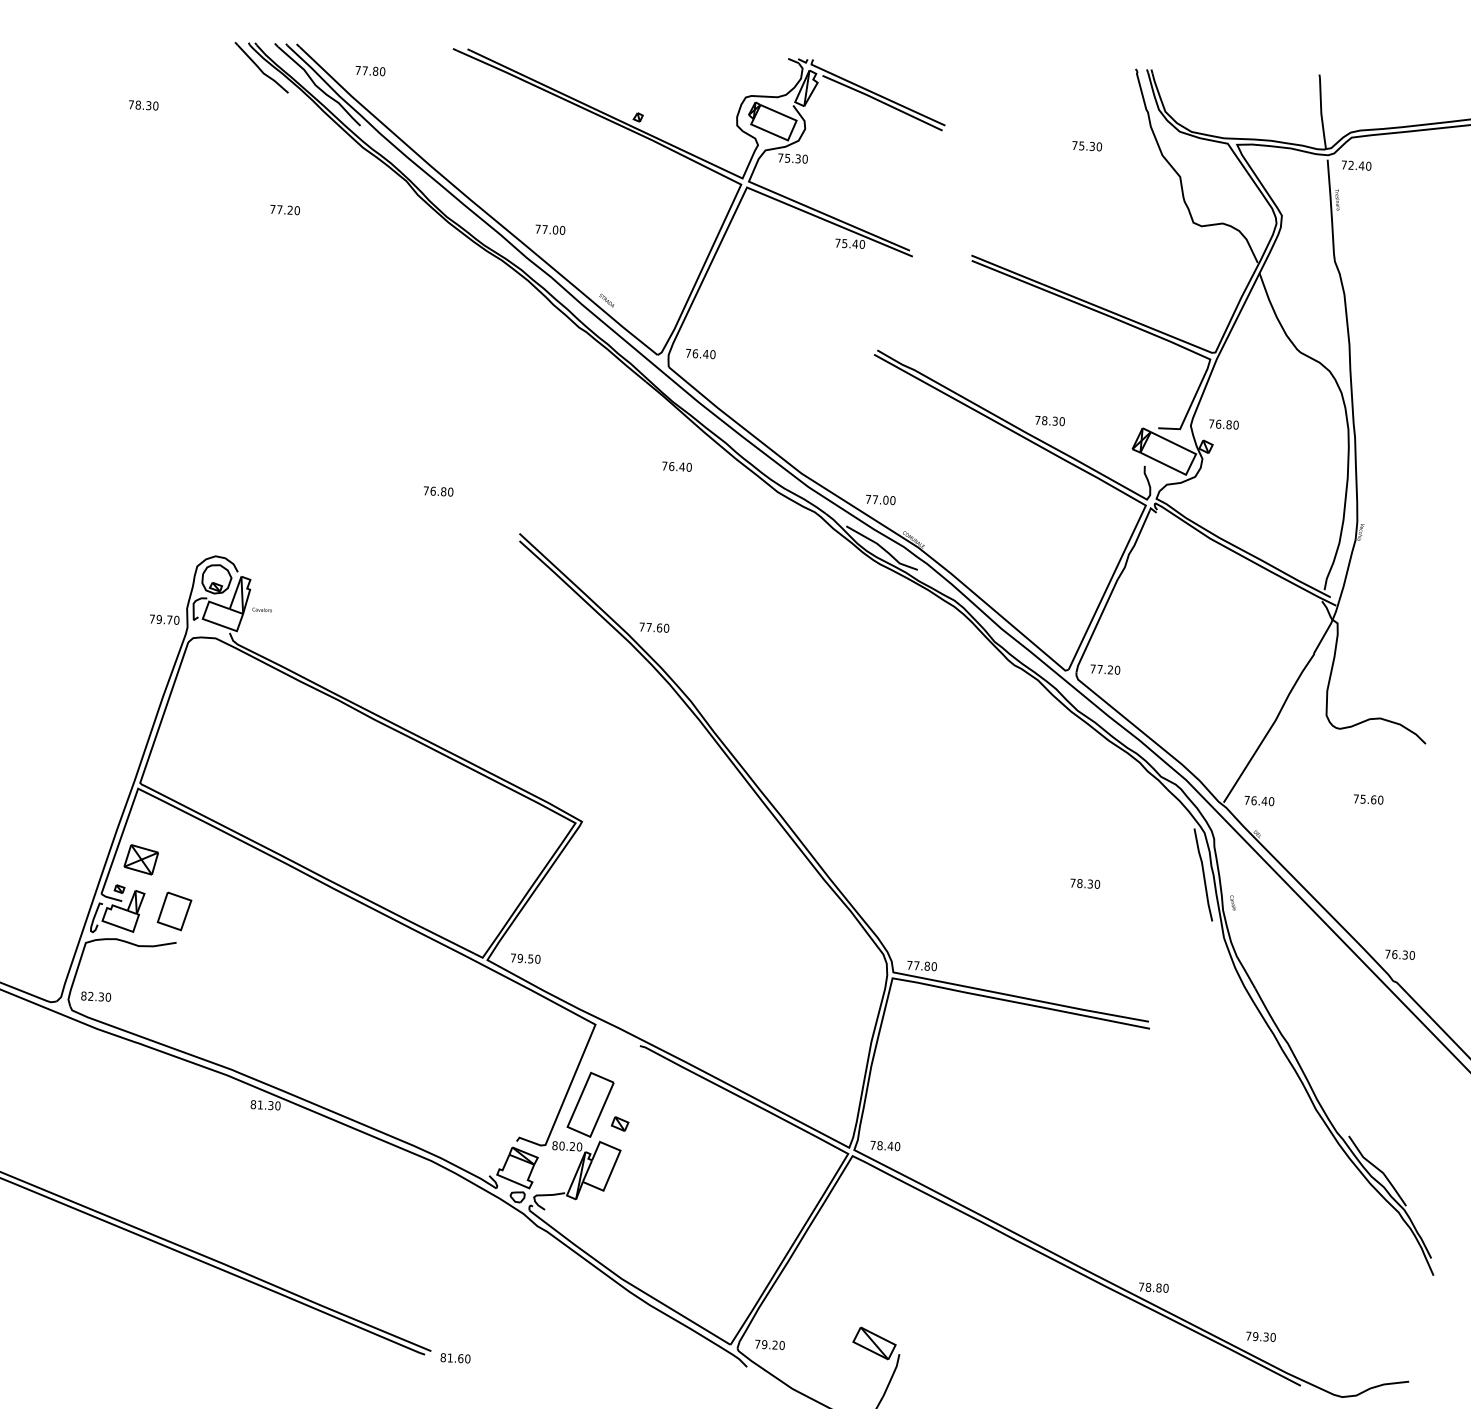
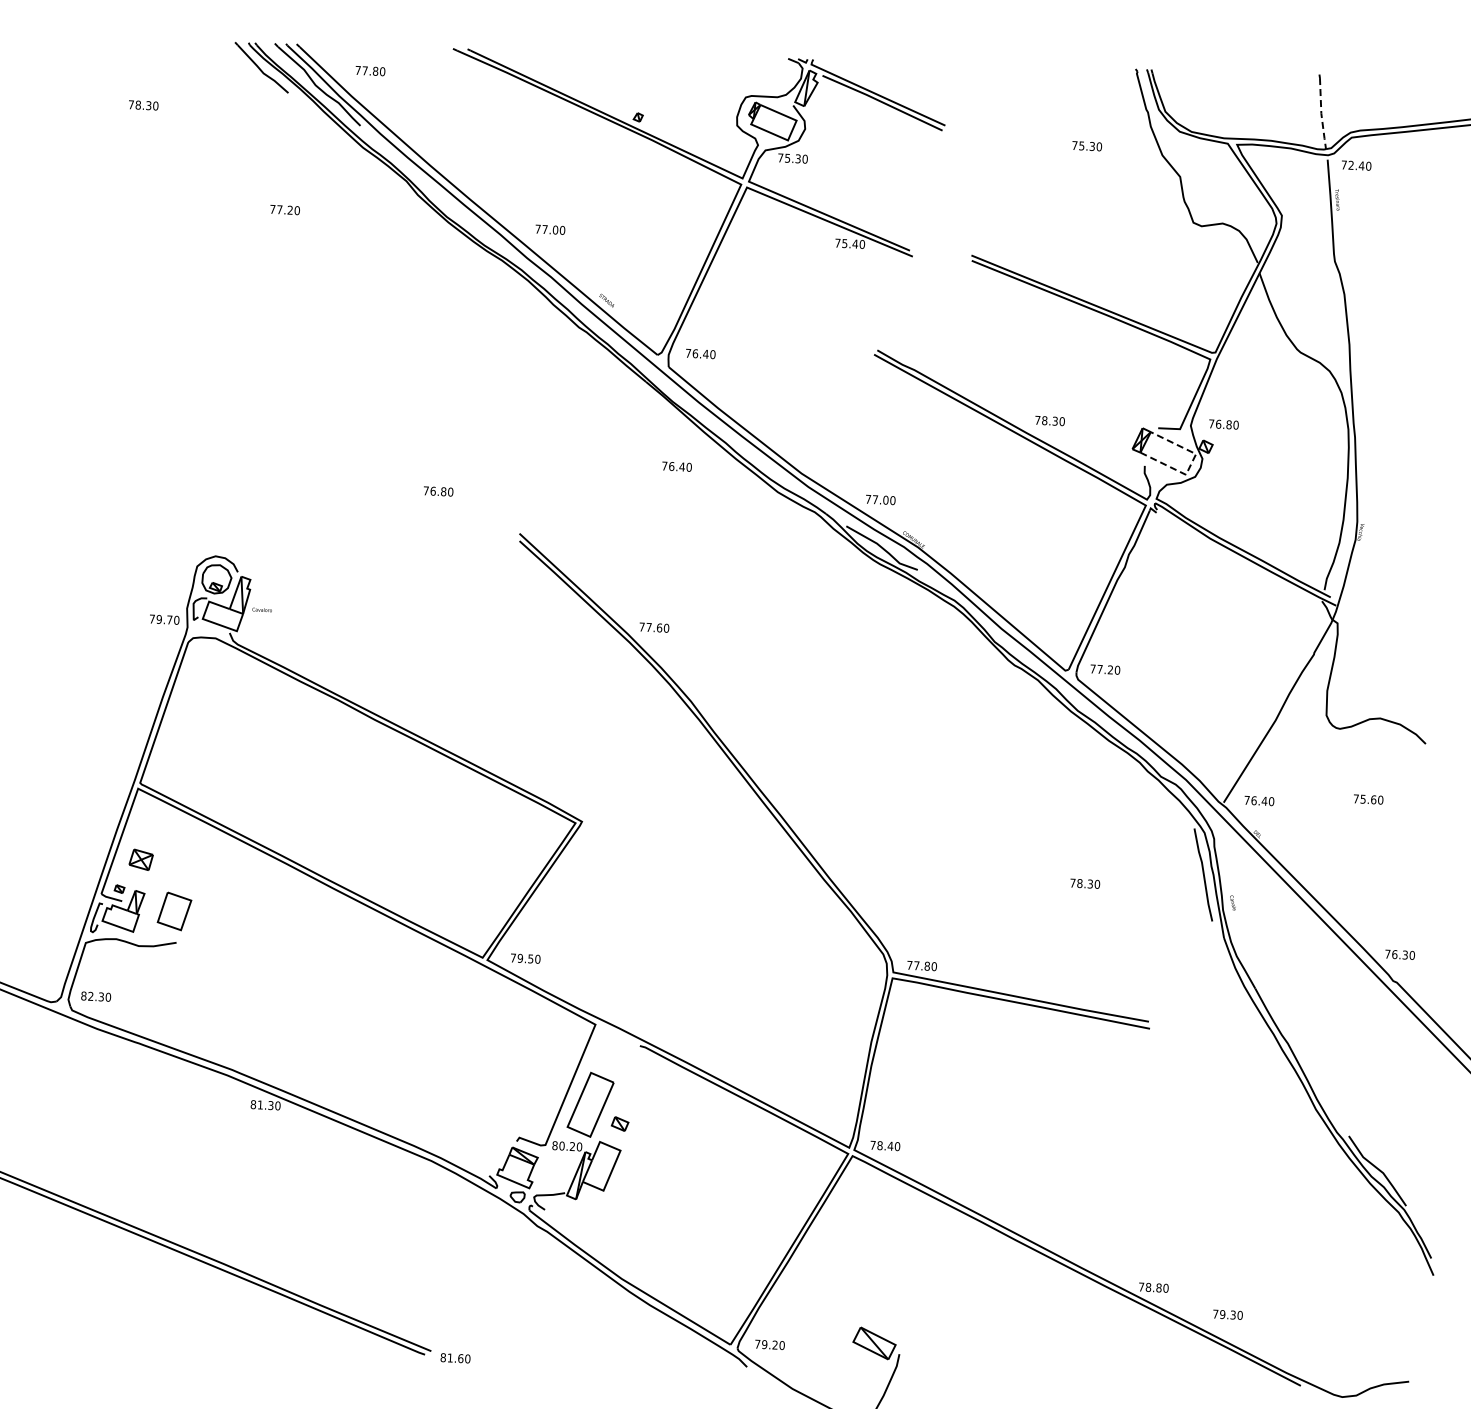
line at (1321, 114): solid -> dashed
line at (1191, 464): solid -> dashed
part at (140, 859) size: 36x32 px -> 26x23 px
text at (1260, 1336) position: (1260, 1336) -> (1227, 1314)
